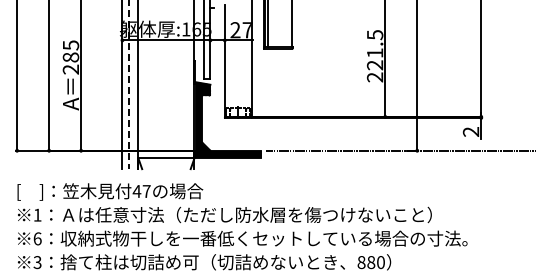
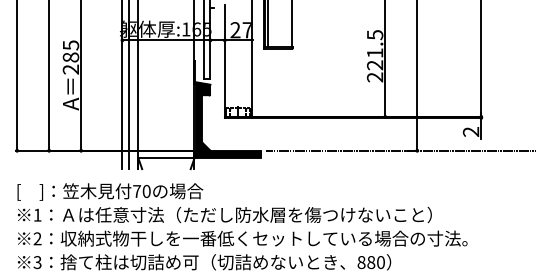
line at (128, 85): dashed -> solid
text at (141, 191): 47 -> 70
text at (37, 238): 6 -> 2
